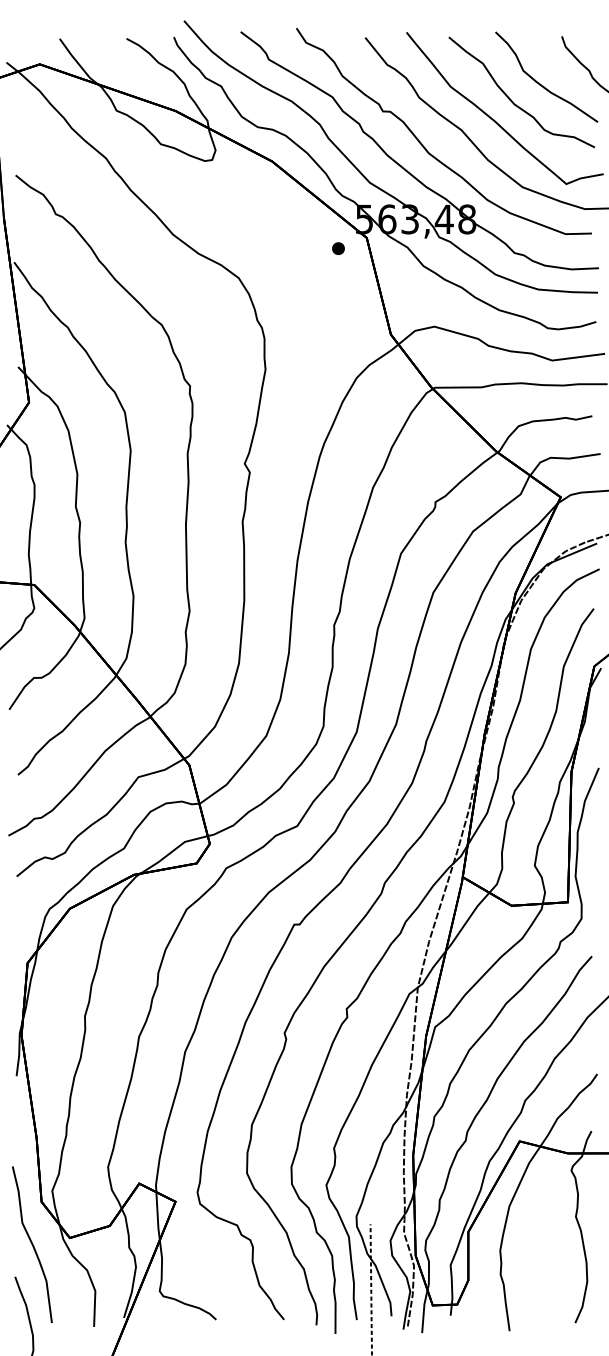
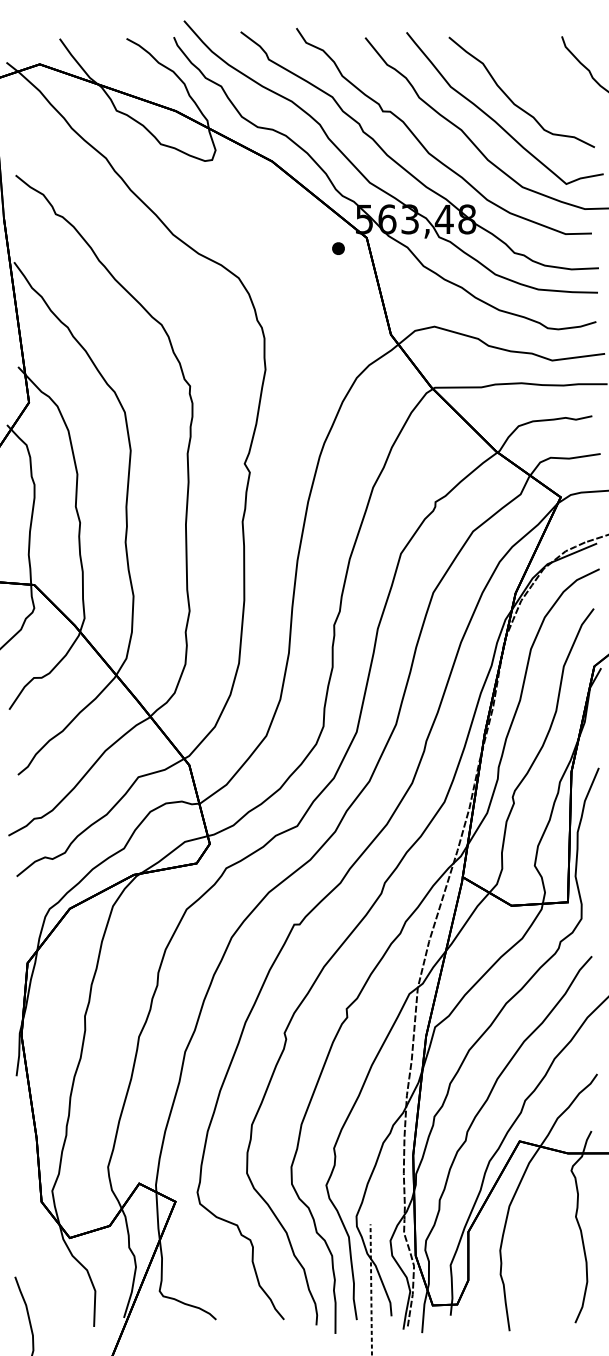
curve at (540, 83): present -> none
curve at (32, 1244): present -> none
